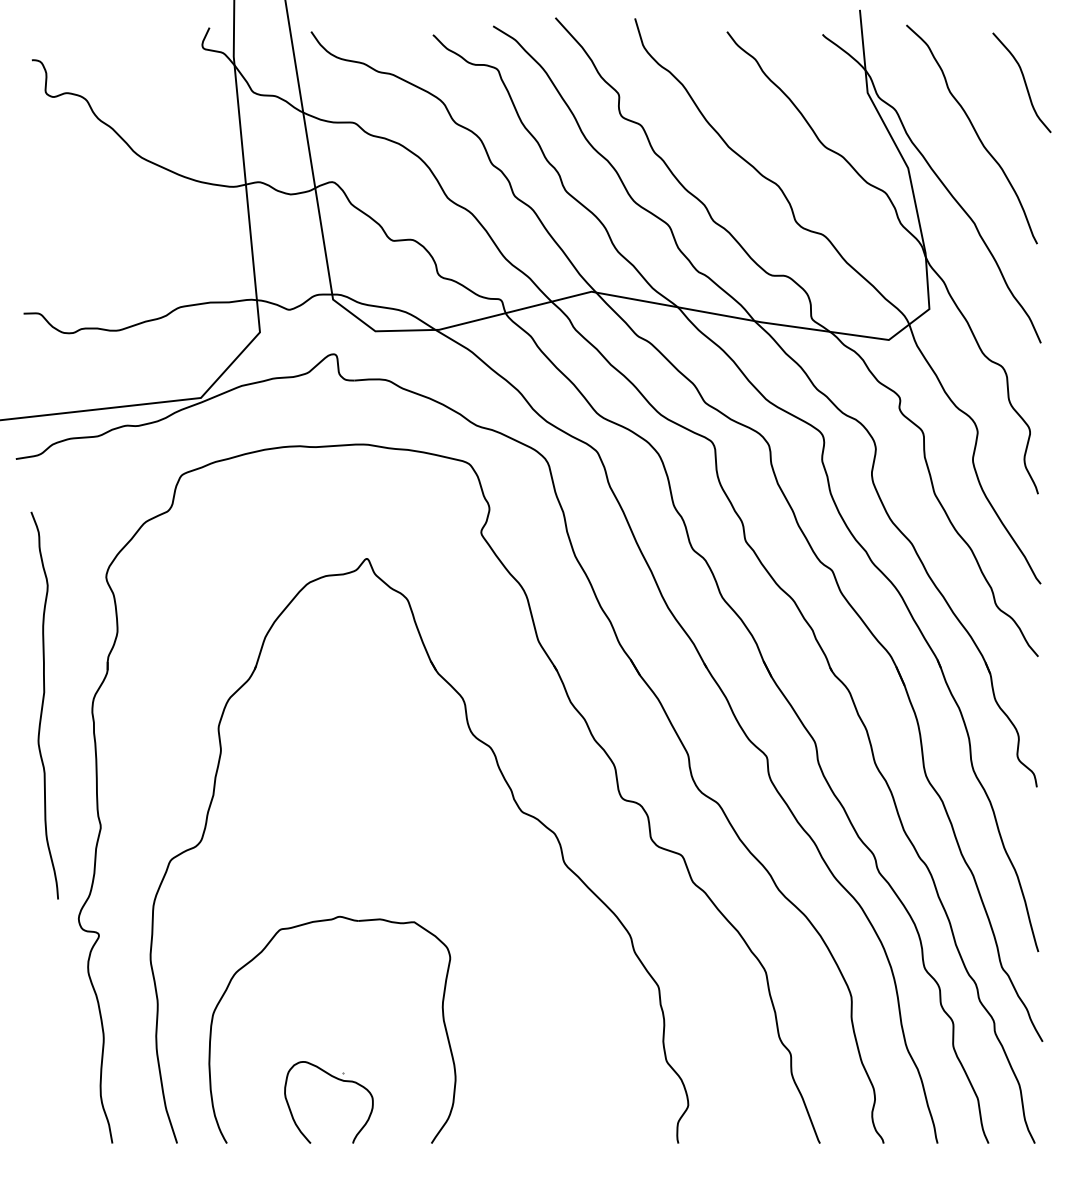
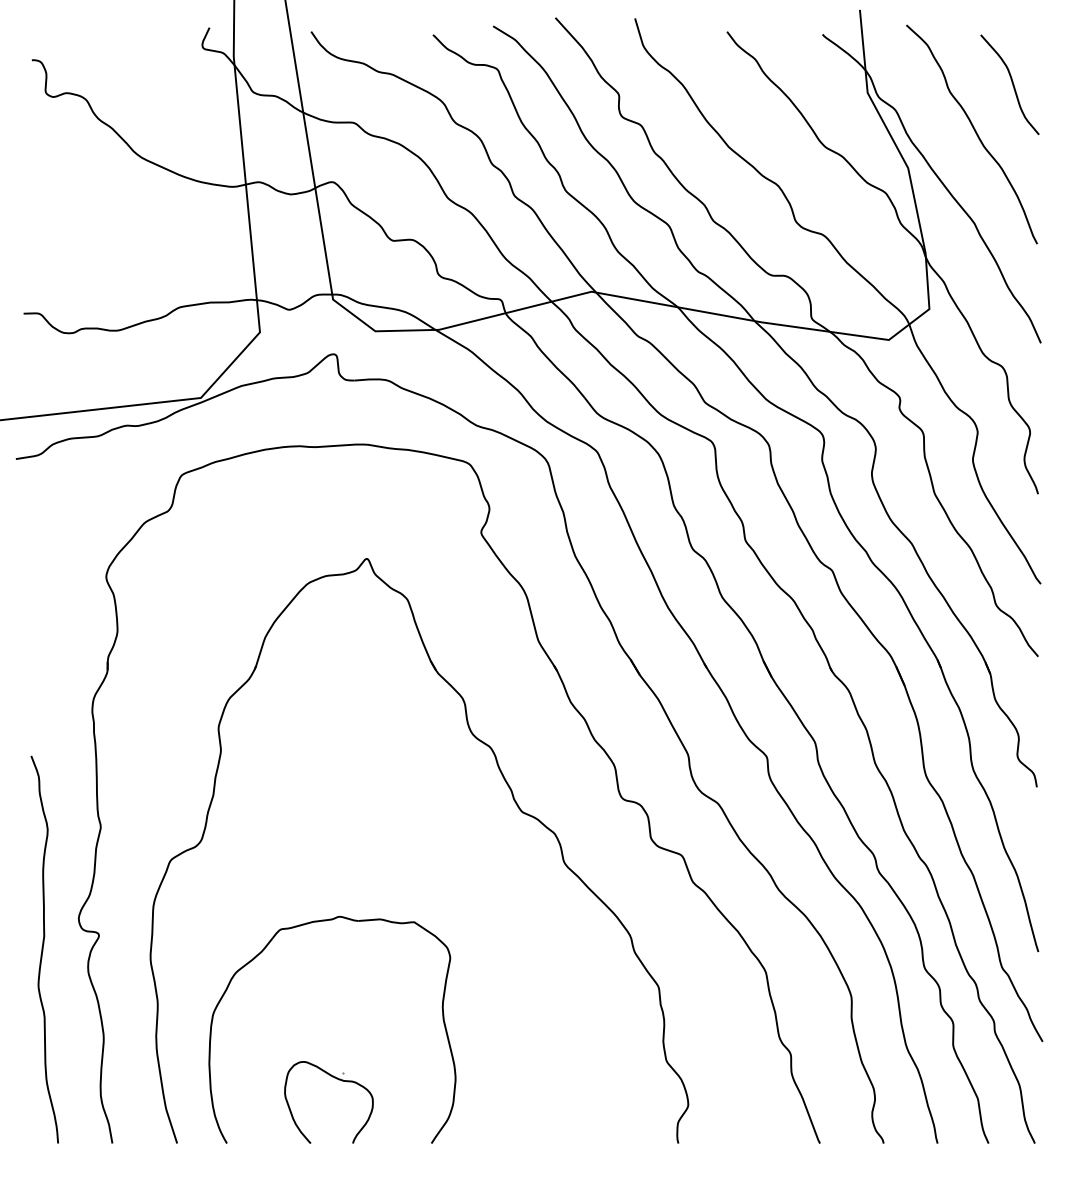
curve at (1023, 80) position: (1023, 80) -> (1011, 82)
curve at (43, 705) position: (43, 705) -> (43, 949)
